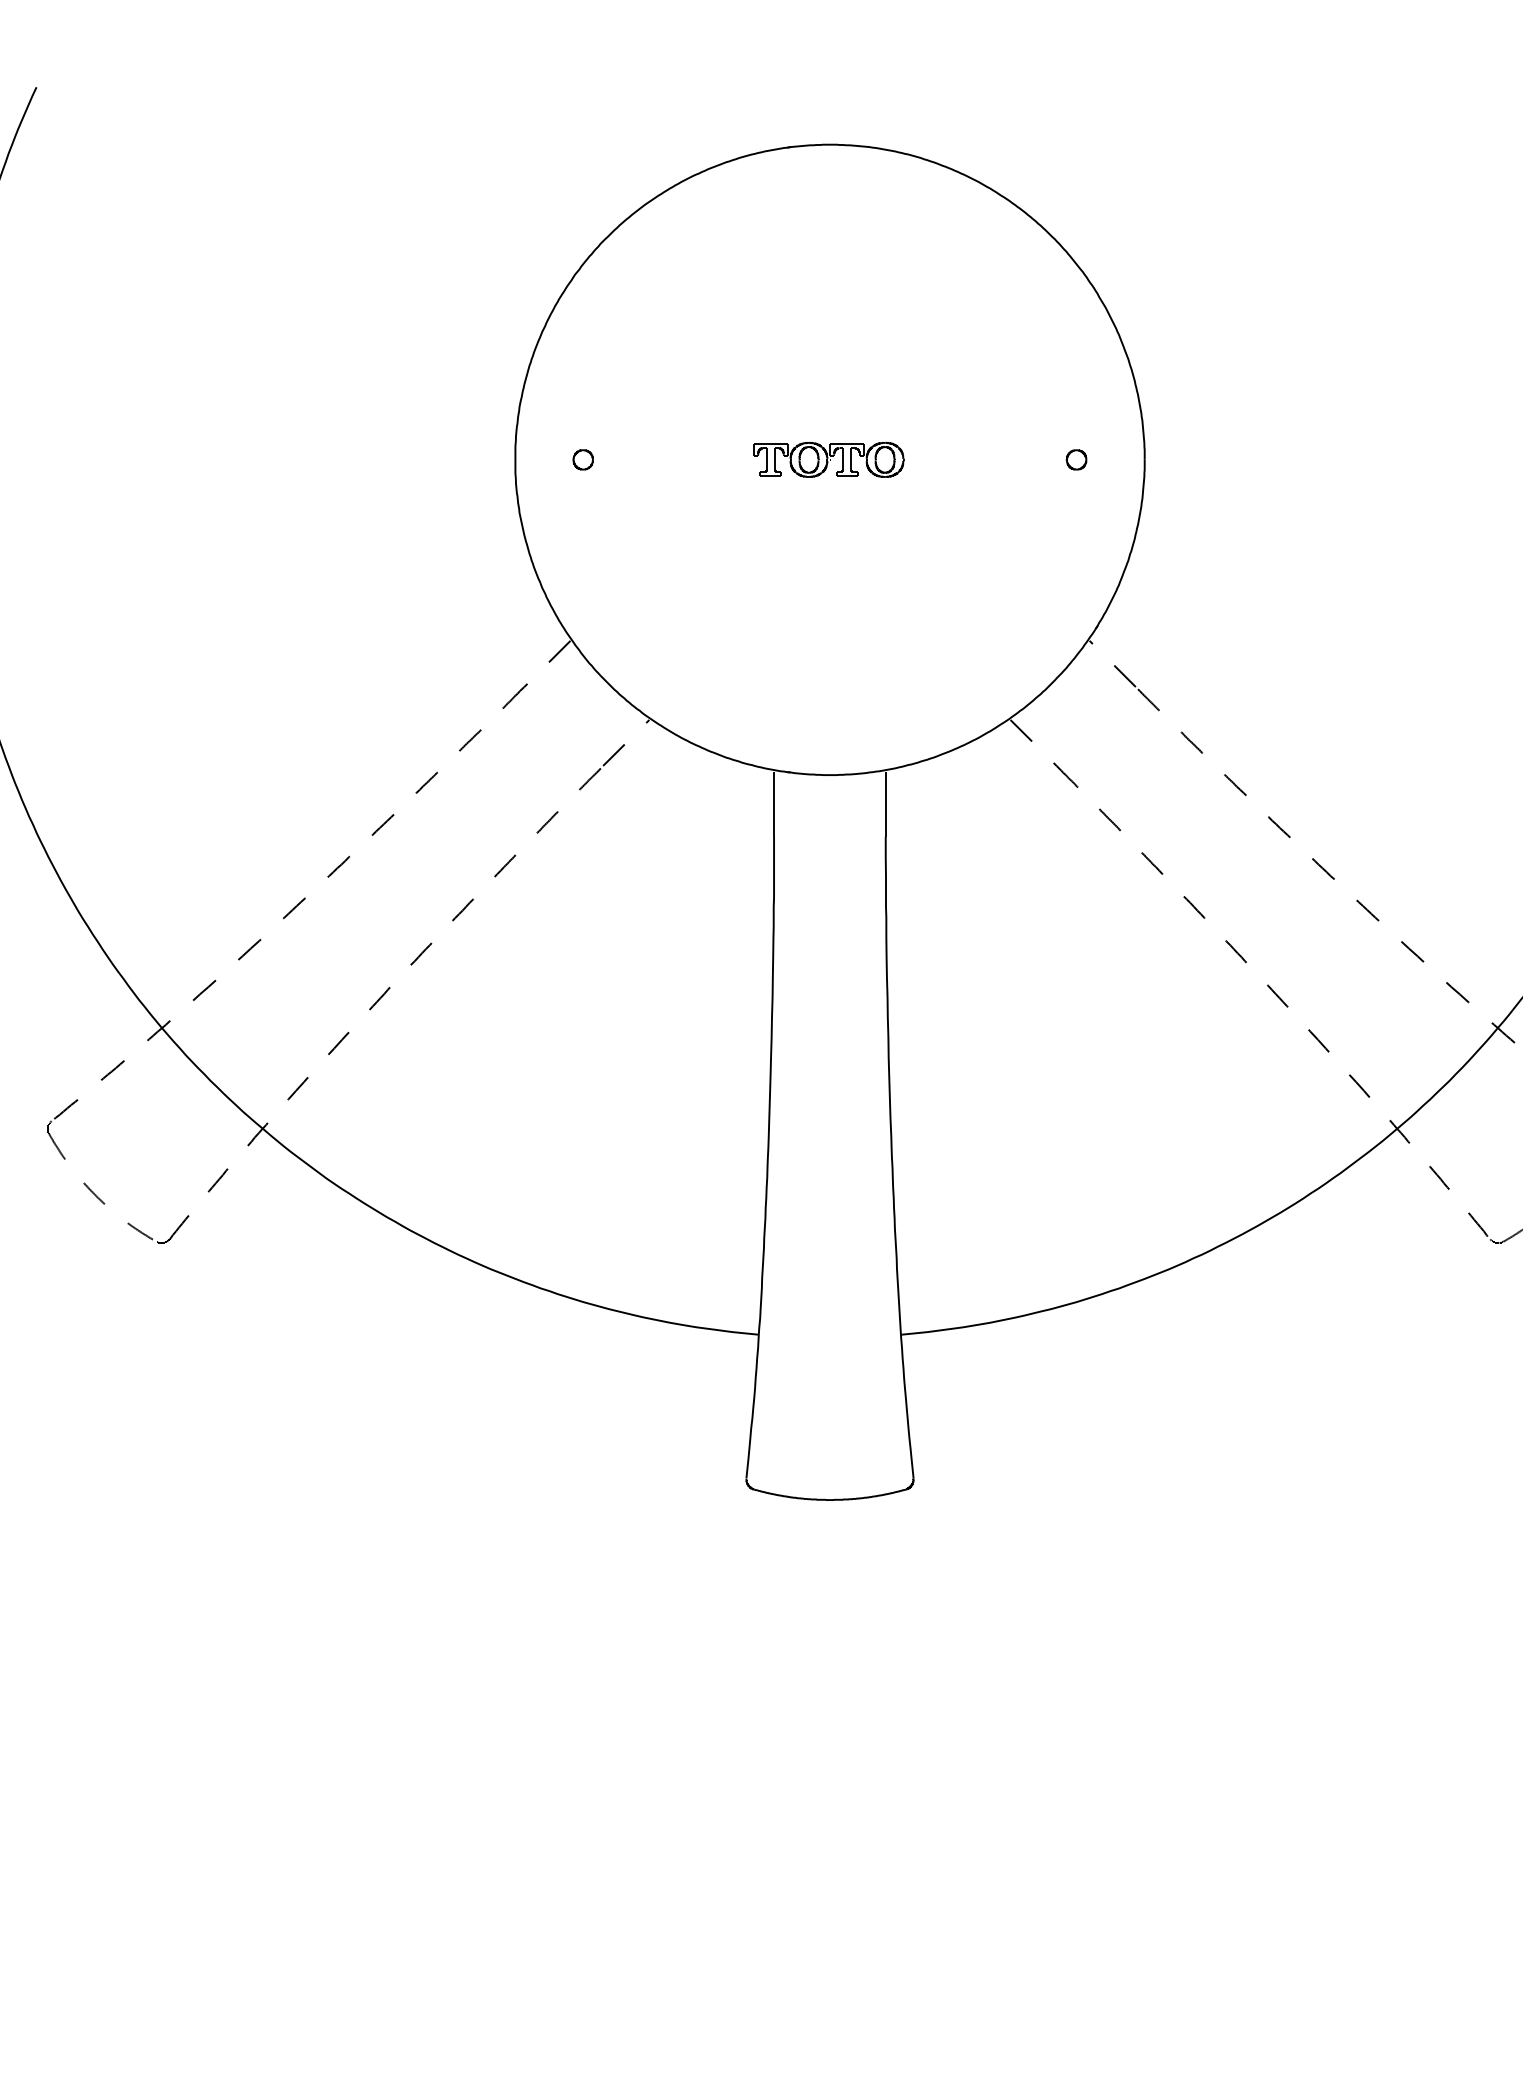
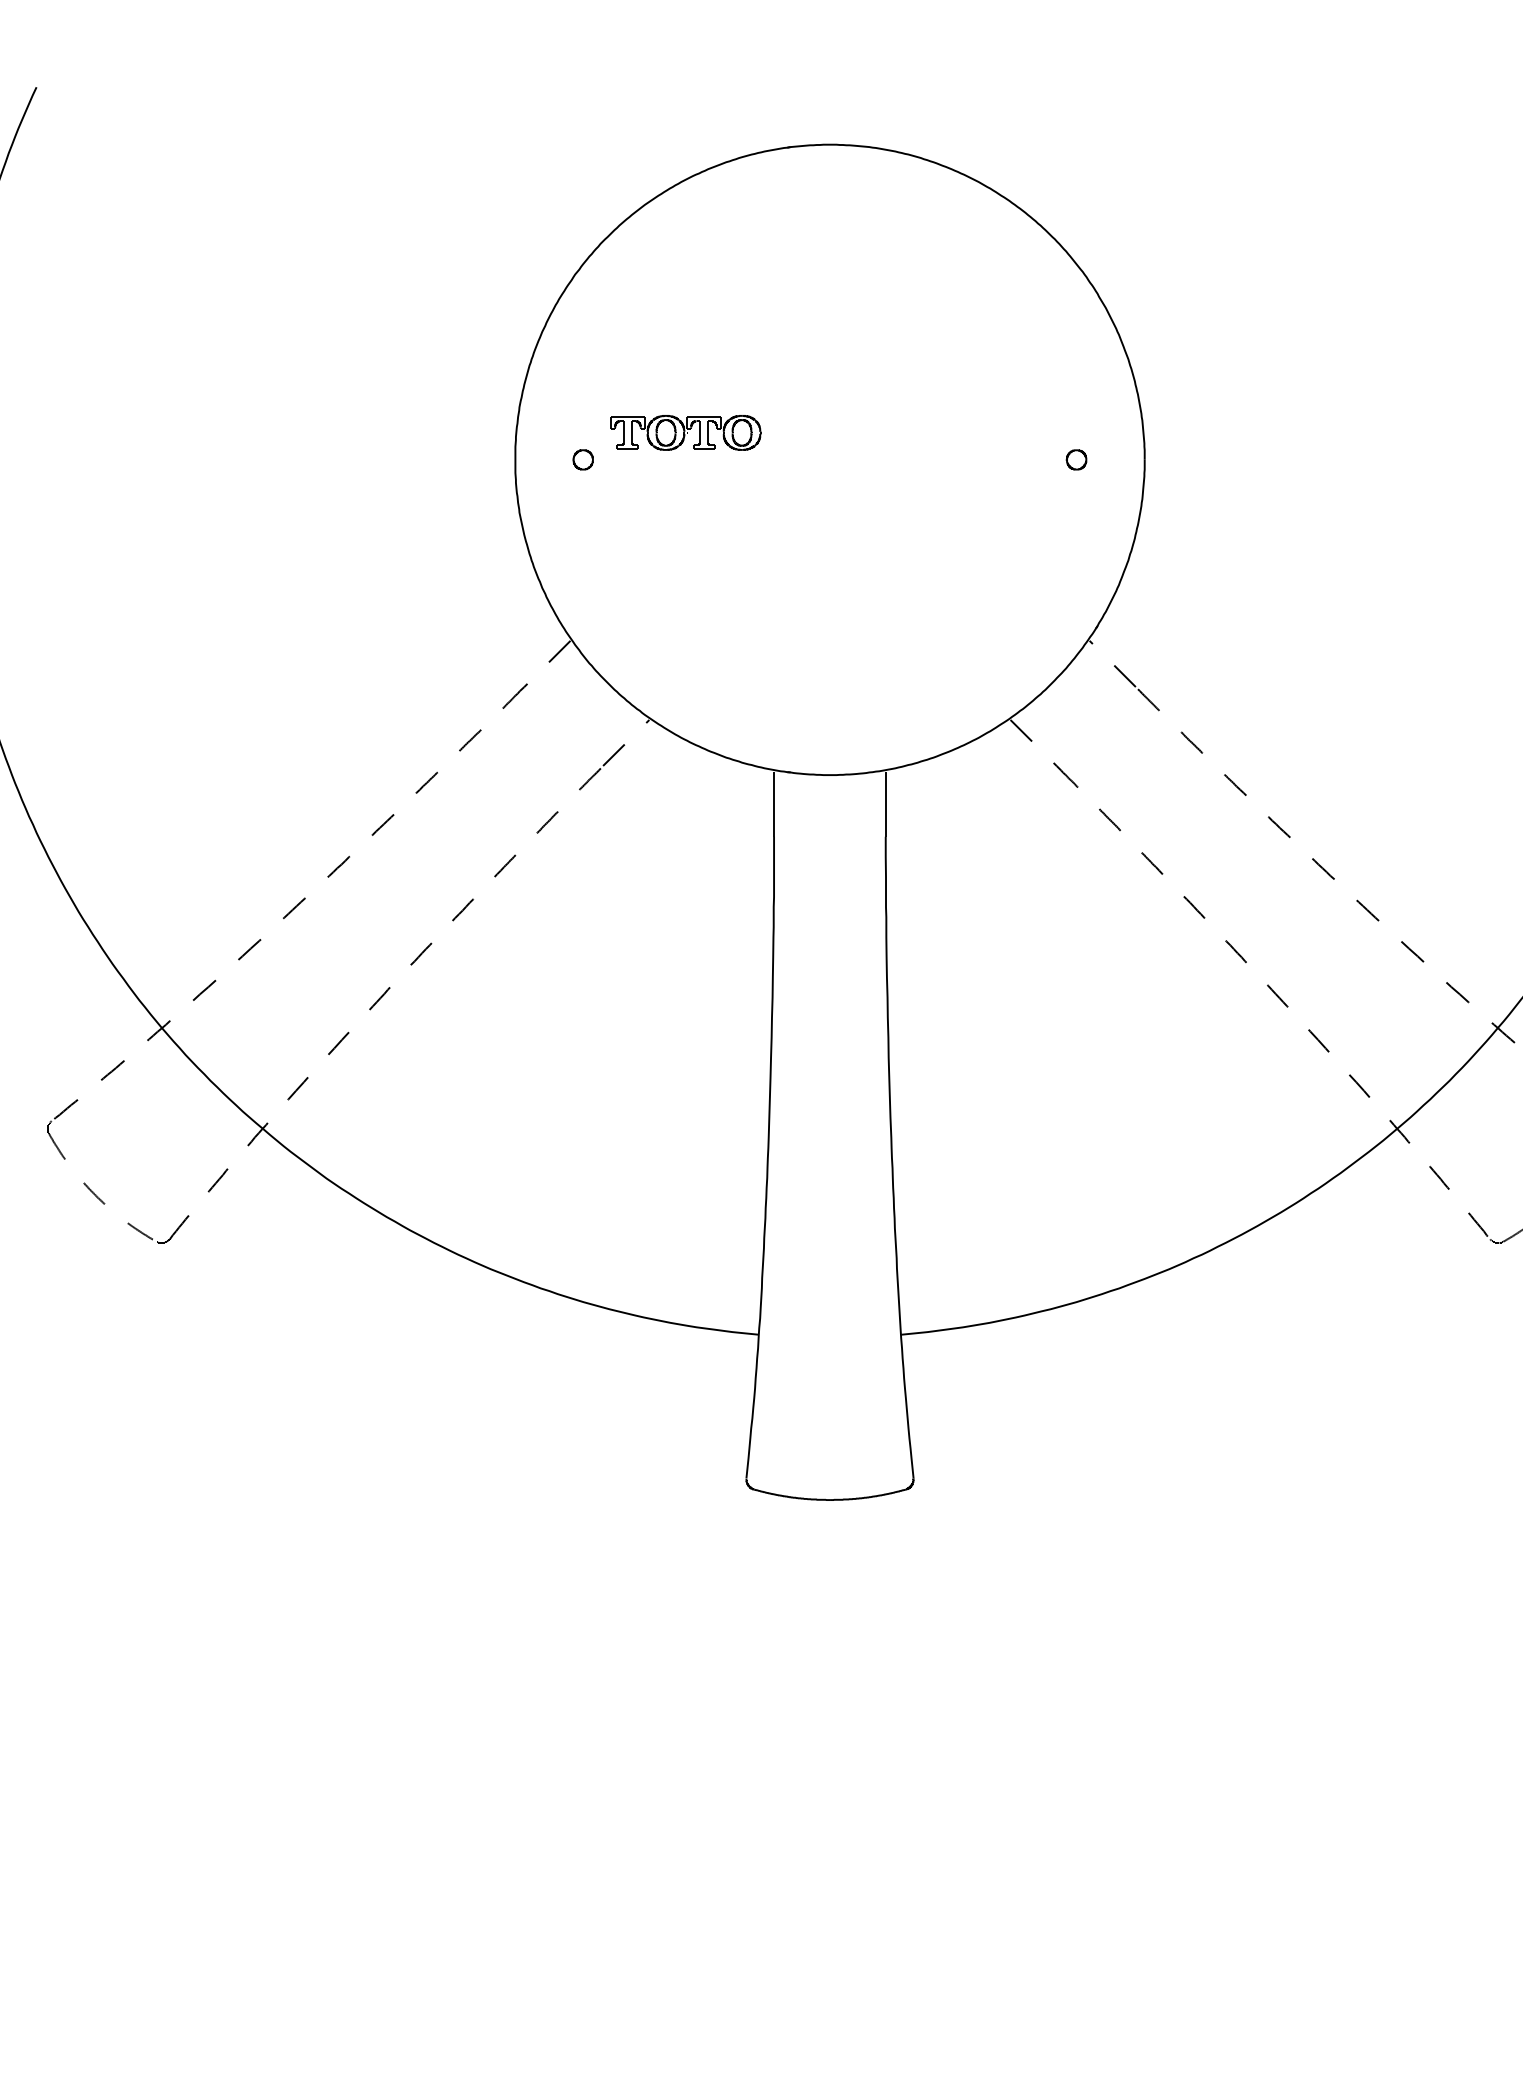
part at (828, 459) position: (828, 459) -> (685, 432)
